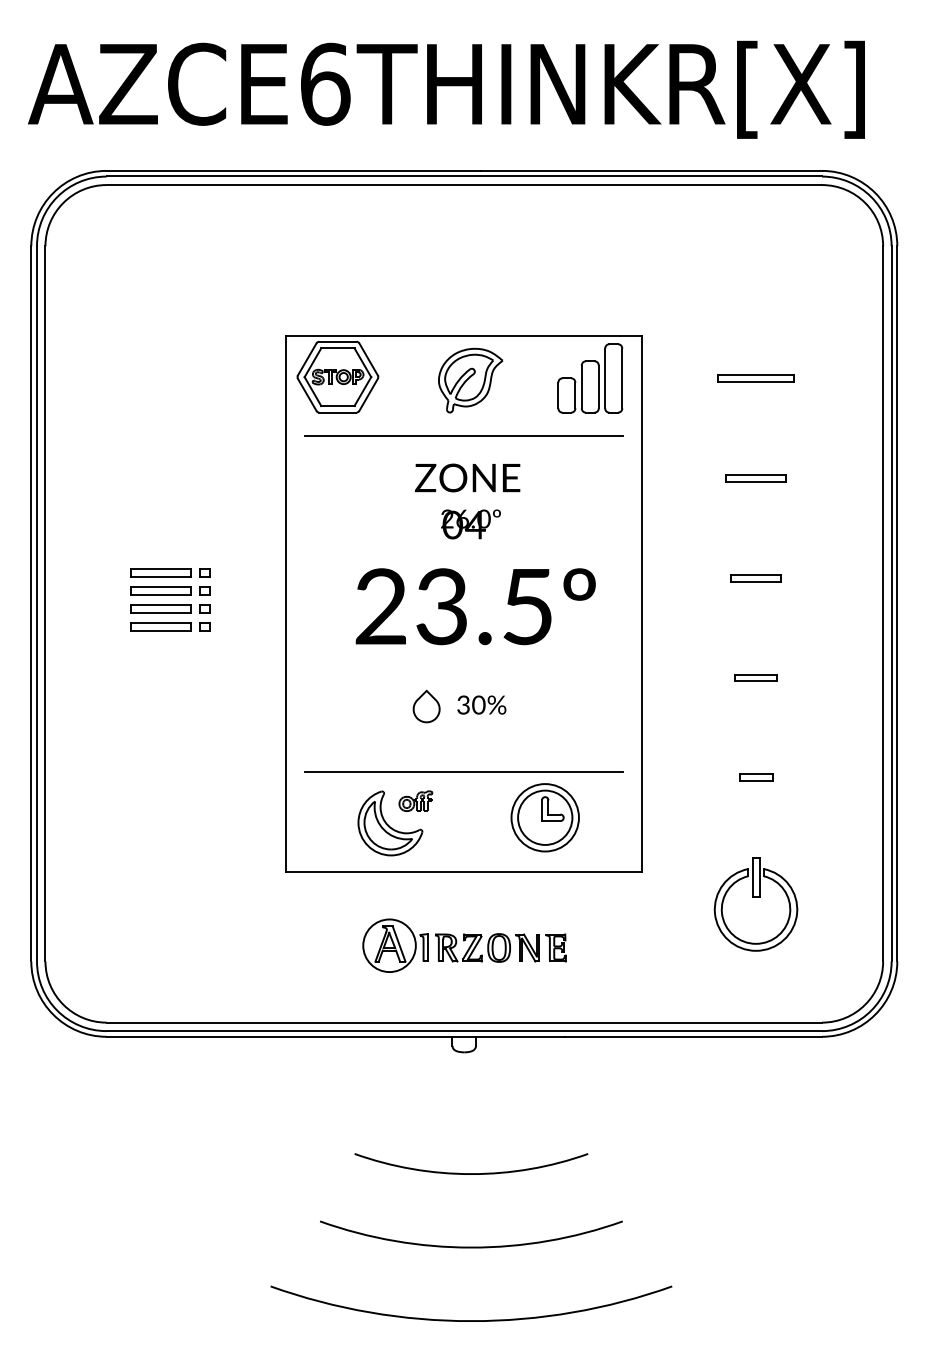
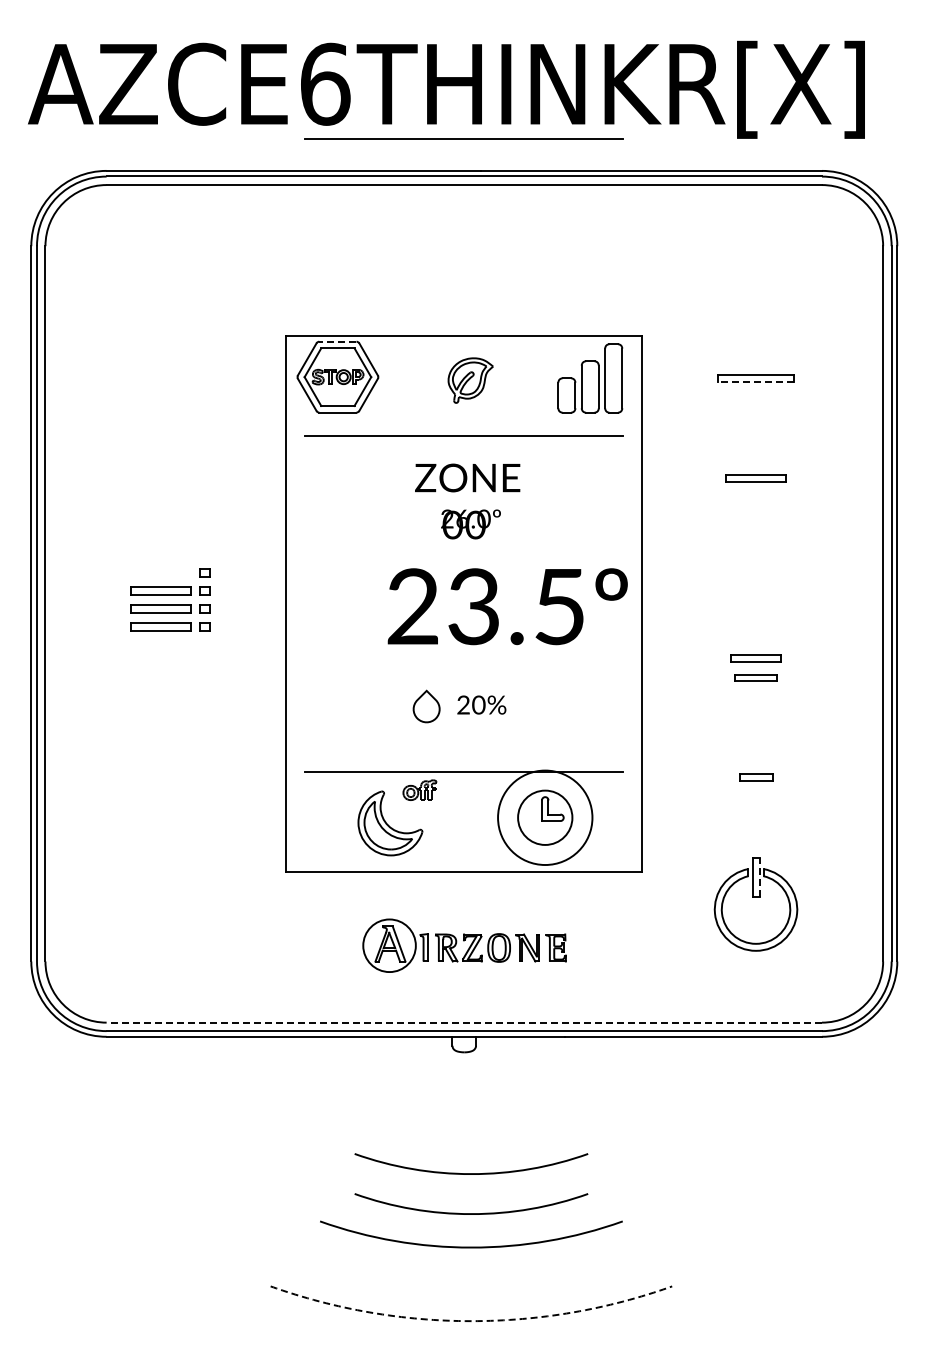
line at (463, 138): none -> present
line at (337, 341): solid -> dashed
part at (470, 380) size: 66x67 px -> 47x47 px
line at (756, 381): solid -> dashed
text at (474, 524): 04 -> 00
part at (160, 572): present -> none
part at (755, 578) position: (755, 578) -> (755, 658)
text at (475, 606) position: (475, 606) -> (507, 606)
text at (463, 707): 30% -> 20%
part at (415, 800) position: (415, 800) -> (419, 789)
circle at (544, 817) diameter: 67 px -> 94 px
line at (759, 876): solid -> dashed
line at (464, 1022): solid -> dashed
arc at (471, 1213): none -> present
arc at (471, 1321): solid -> dashed
